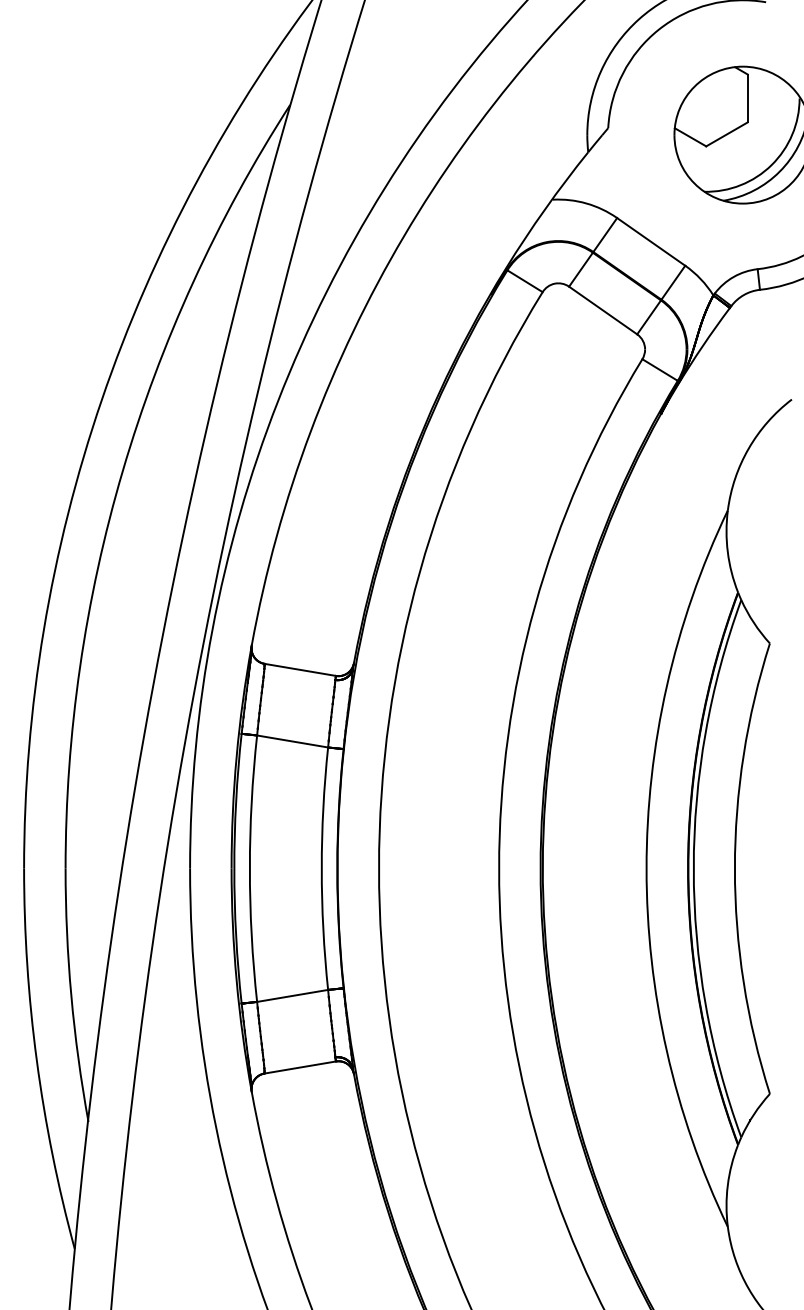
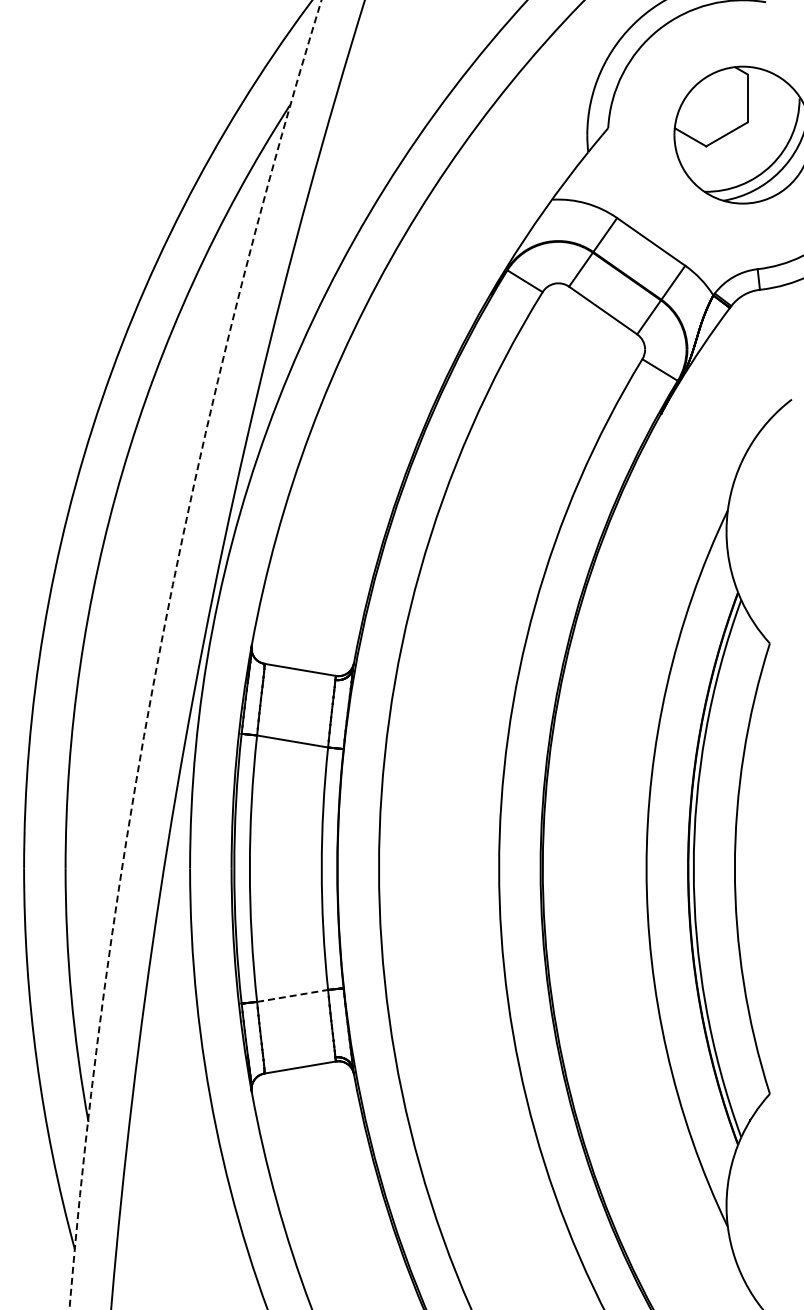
arc at (160, 648): solid -> dashed
line at (293, 995): solid -> dashed
